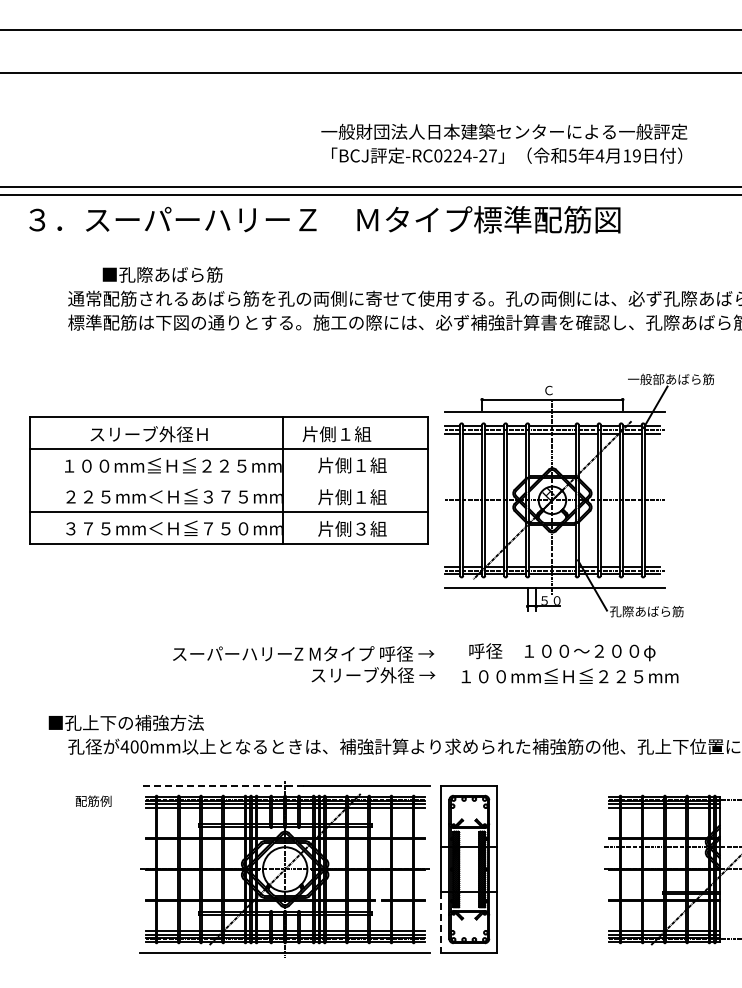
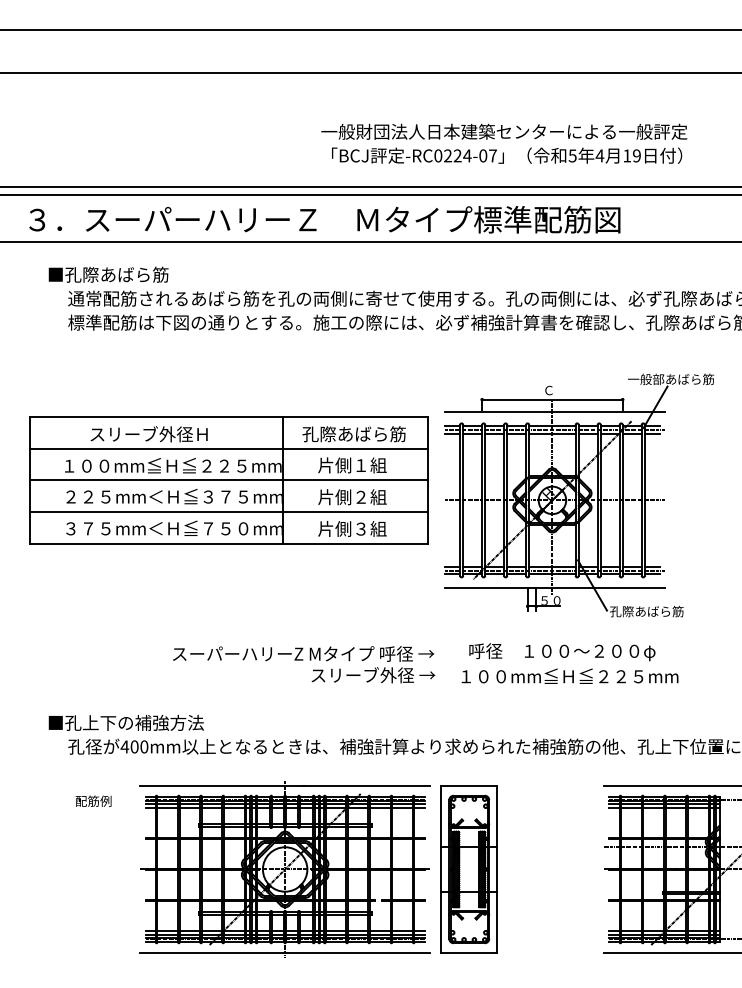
text at (483, 155): -RC0224-27 -> -RC0224-07
line at (370, 241): none -> present
text at (162, 274) position: (162, 274) -> (108, 274)
text at (353, 434): 片側１組 -> 孔際あばら筋
line at (228, 480): none -> present
text at (360, 496): 片側１組 -> 片側２組
line at (221, 786): dashed -> solid
line at (670, 786): none -> present
line at (441, 922): dashed -> solid
line at (670, 952): none -> present
